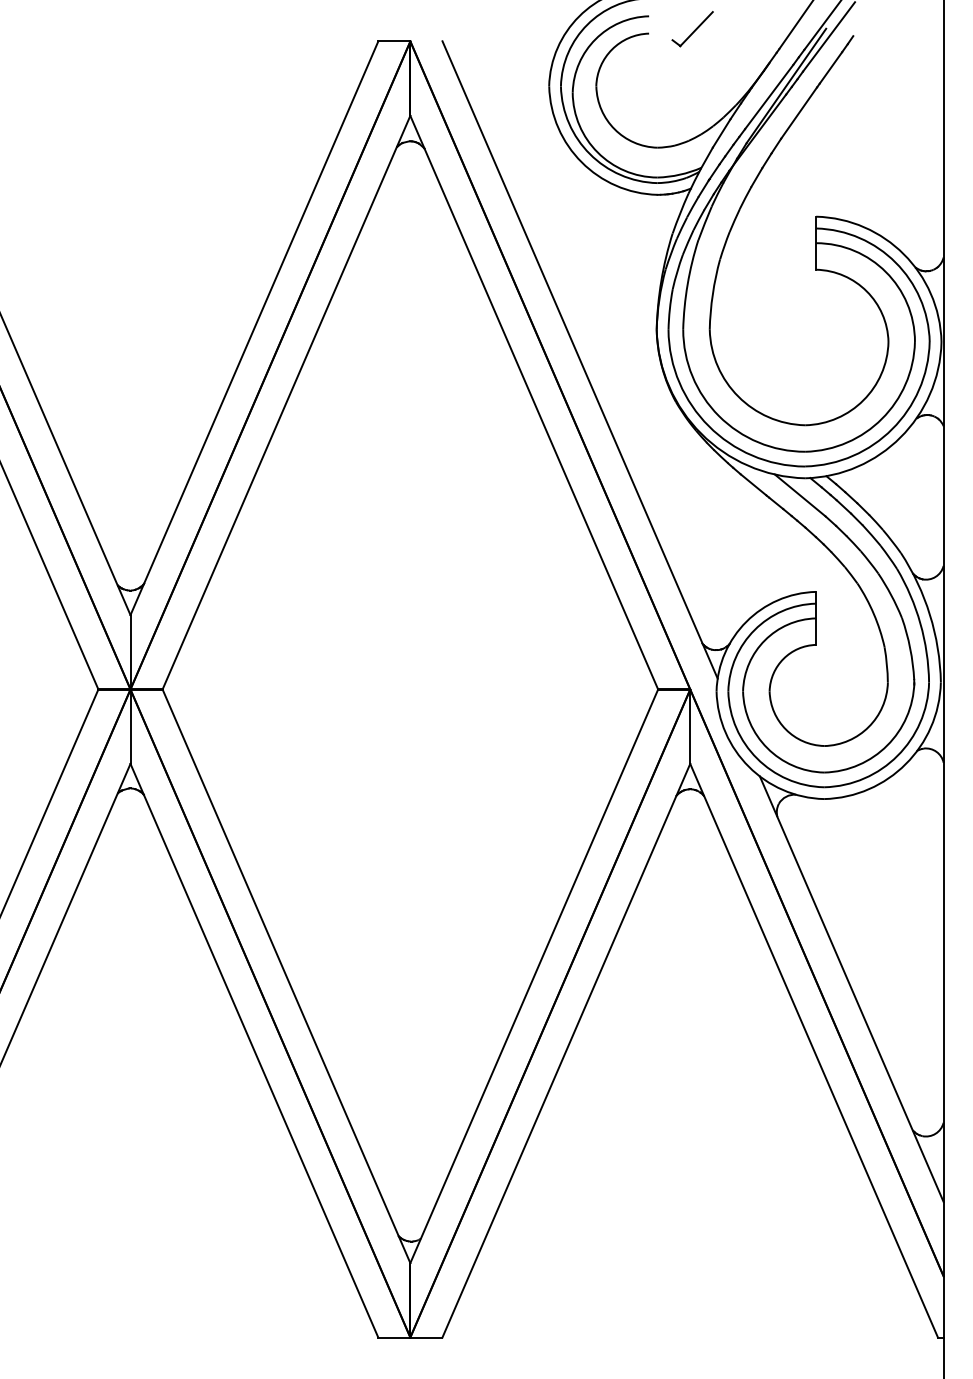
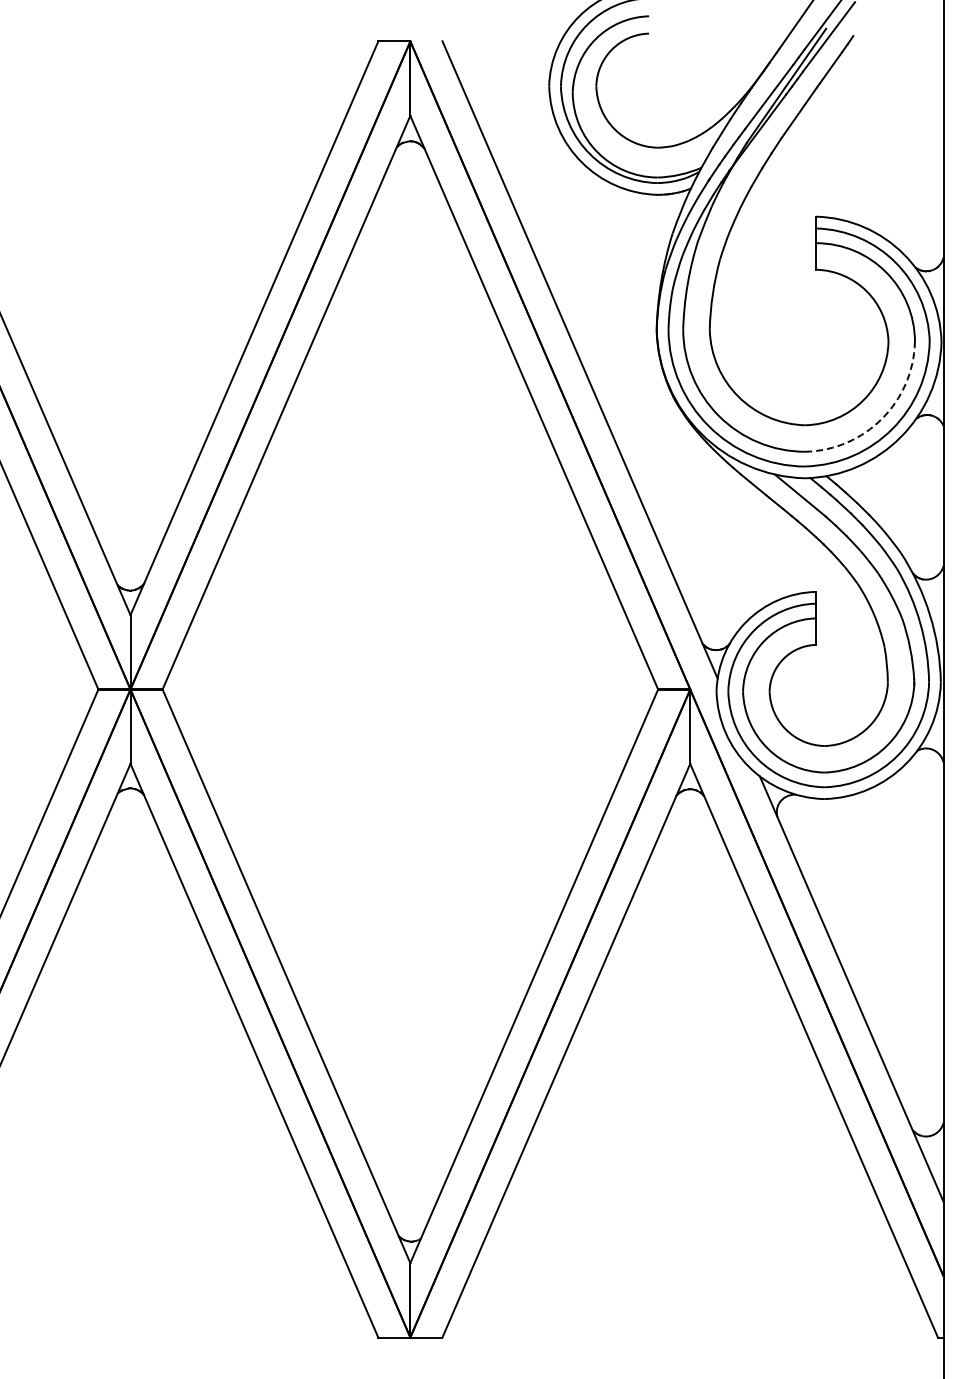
part at (692, 29): present -> none
arc at (882, 418): solid -> dashed
